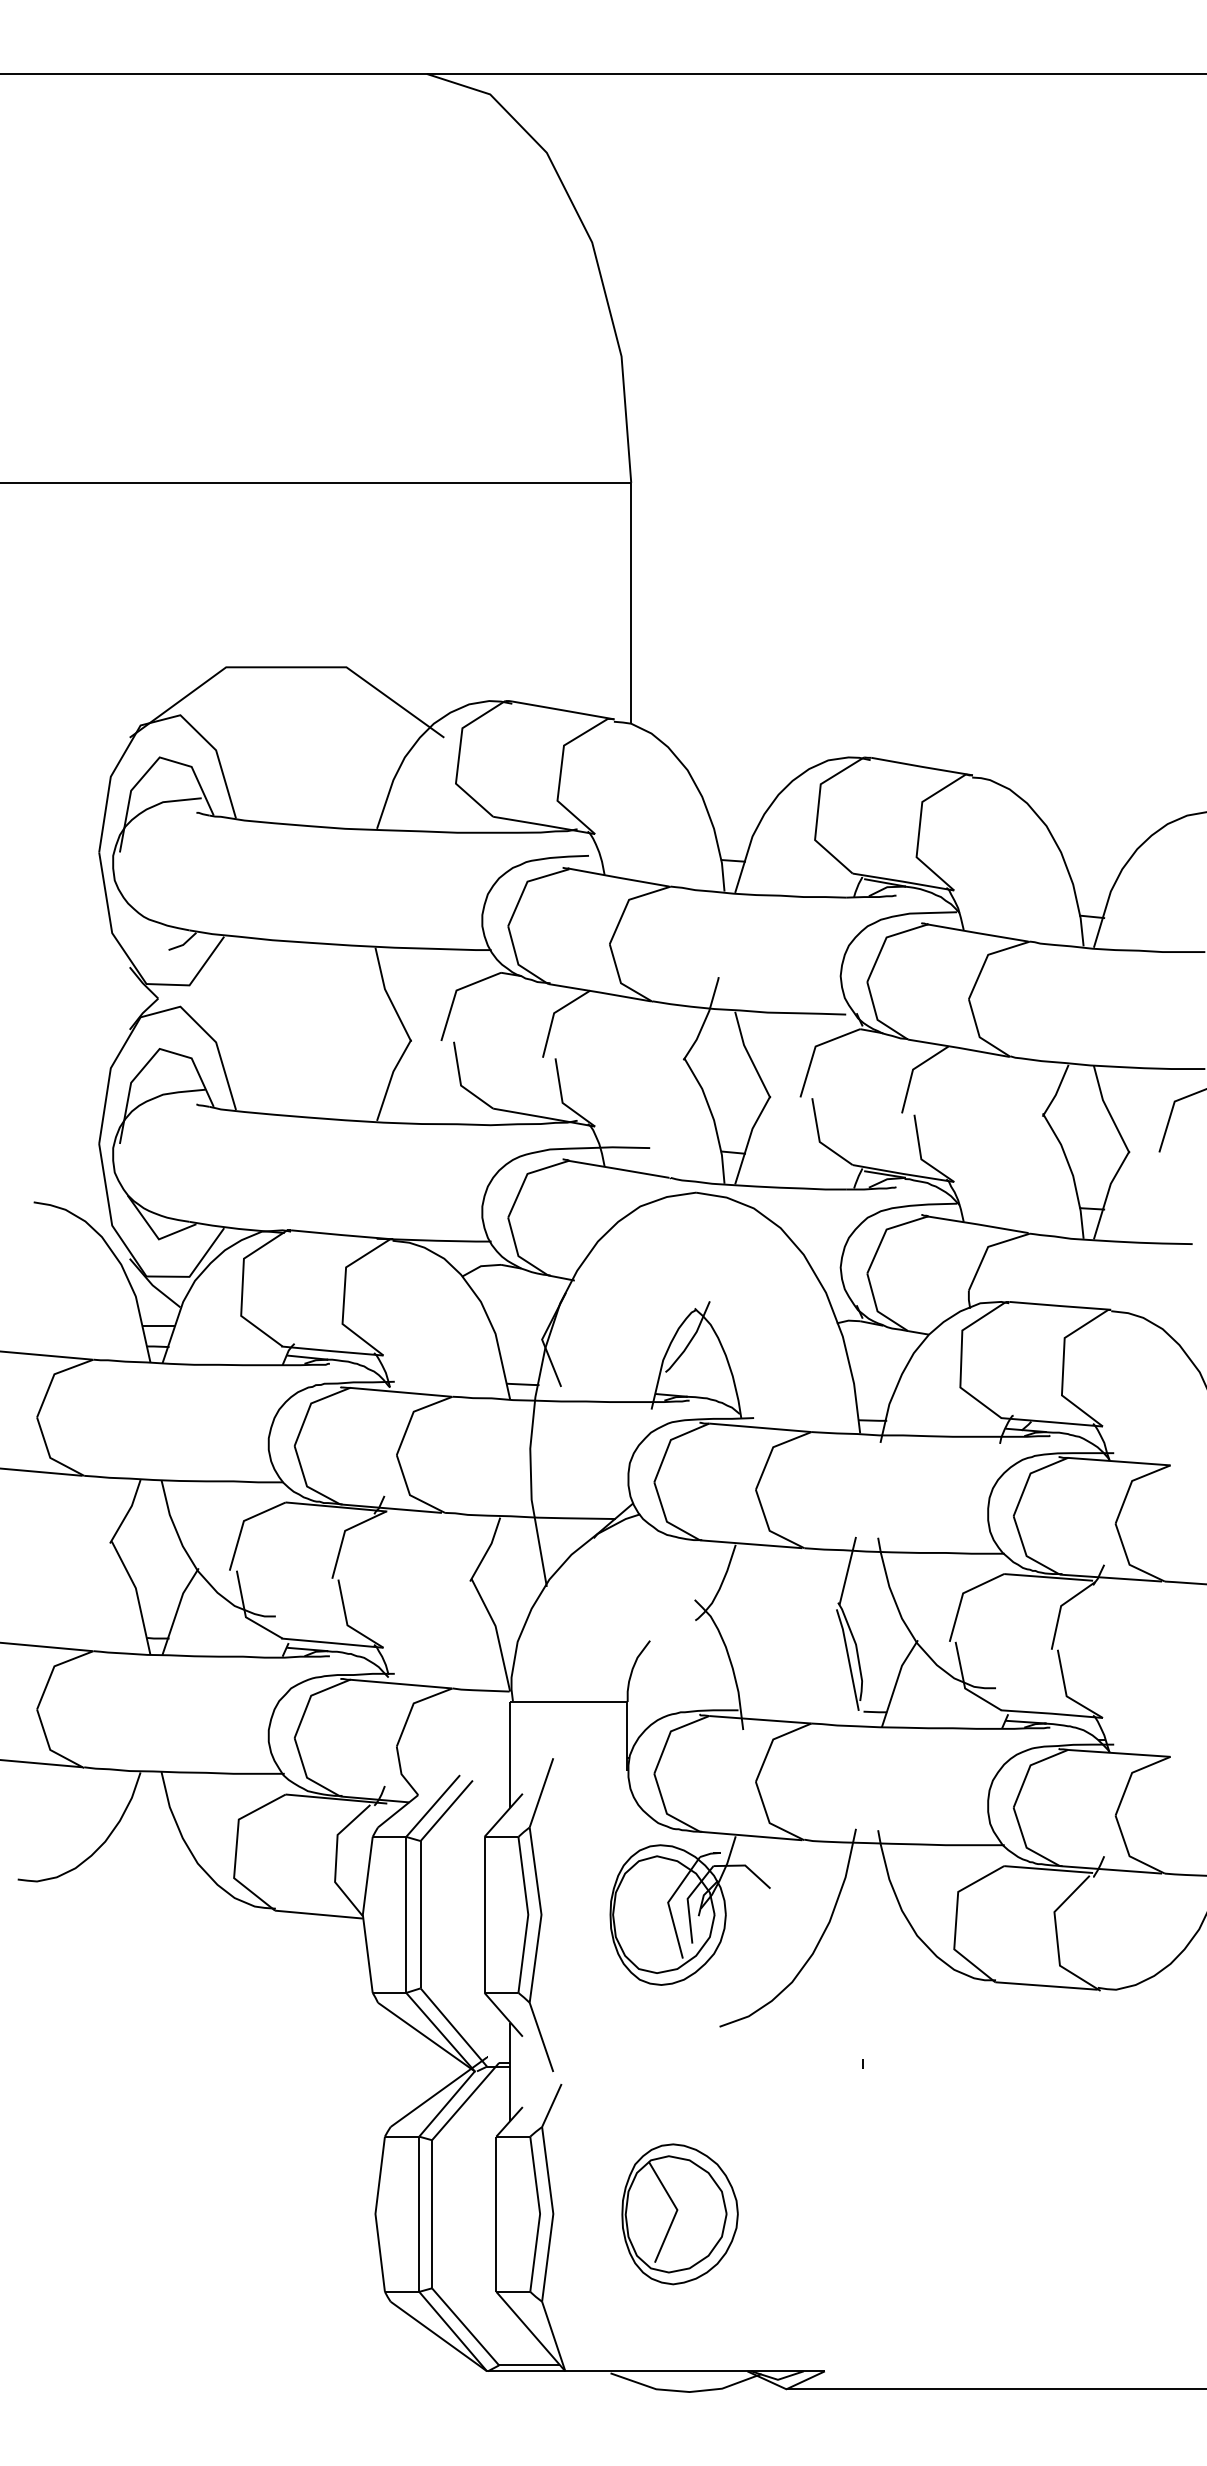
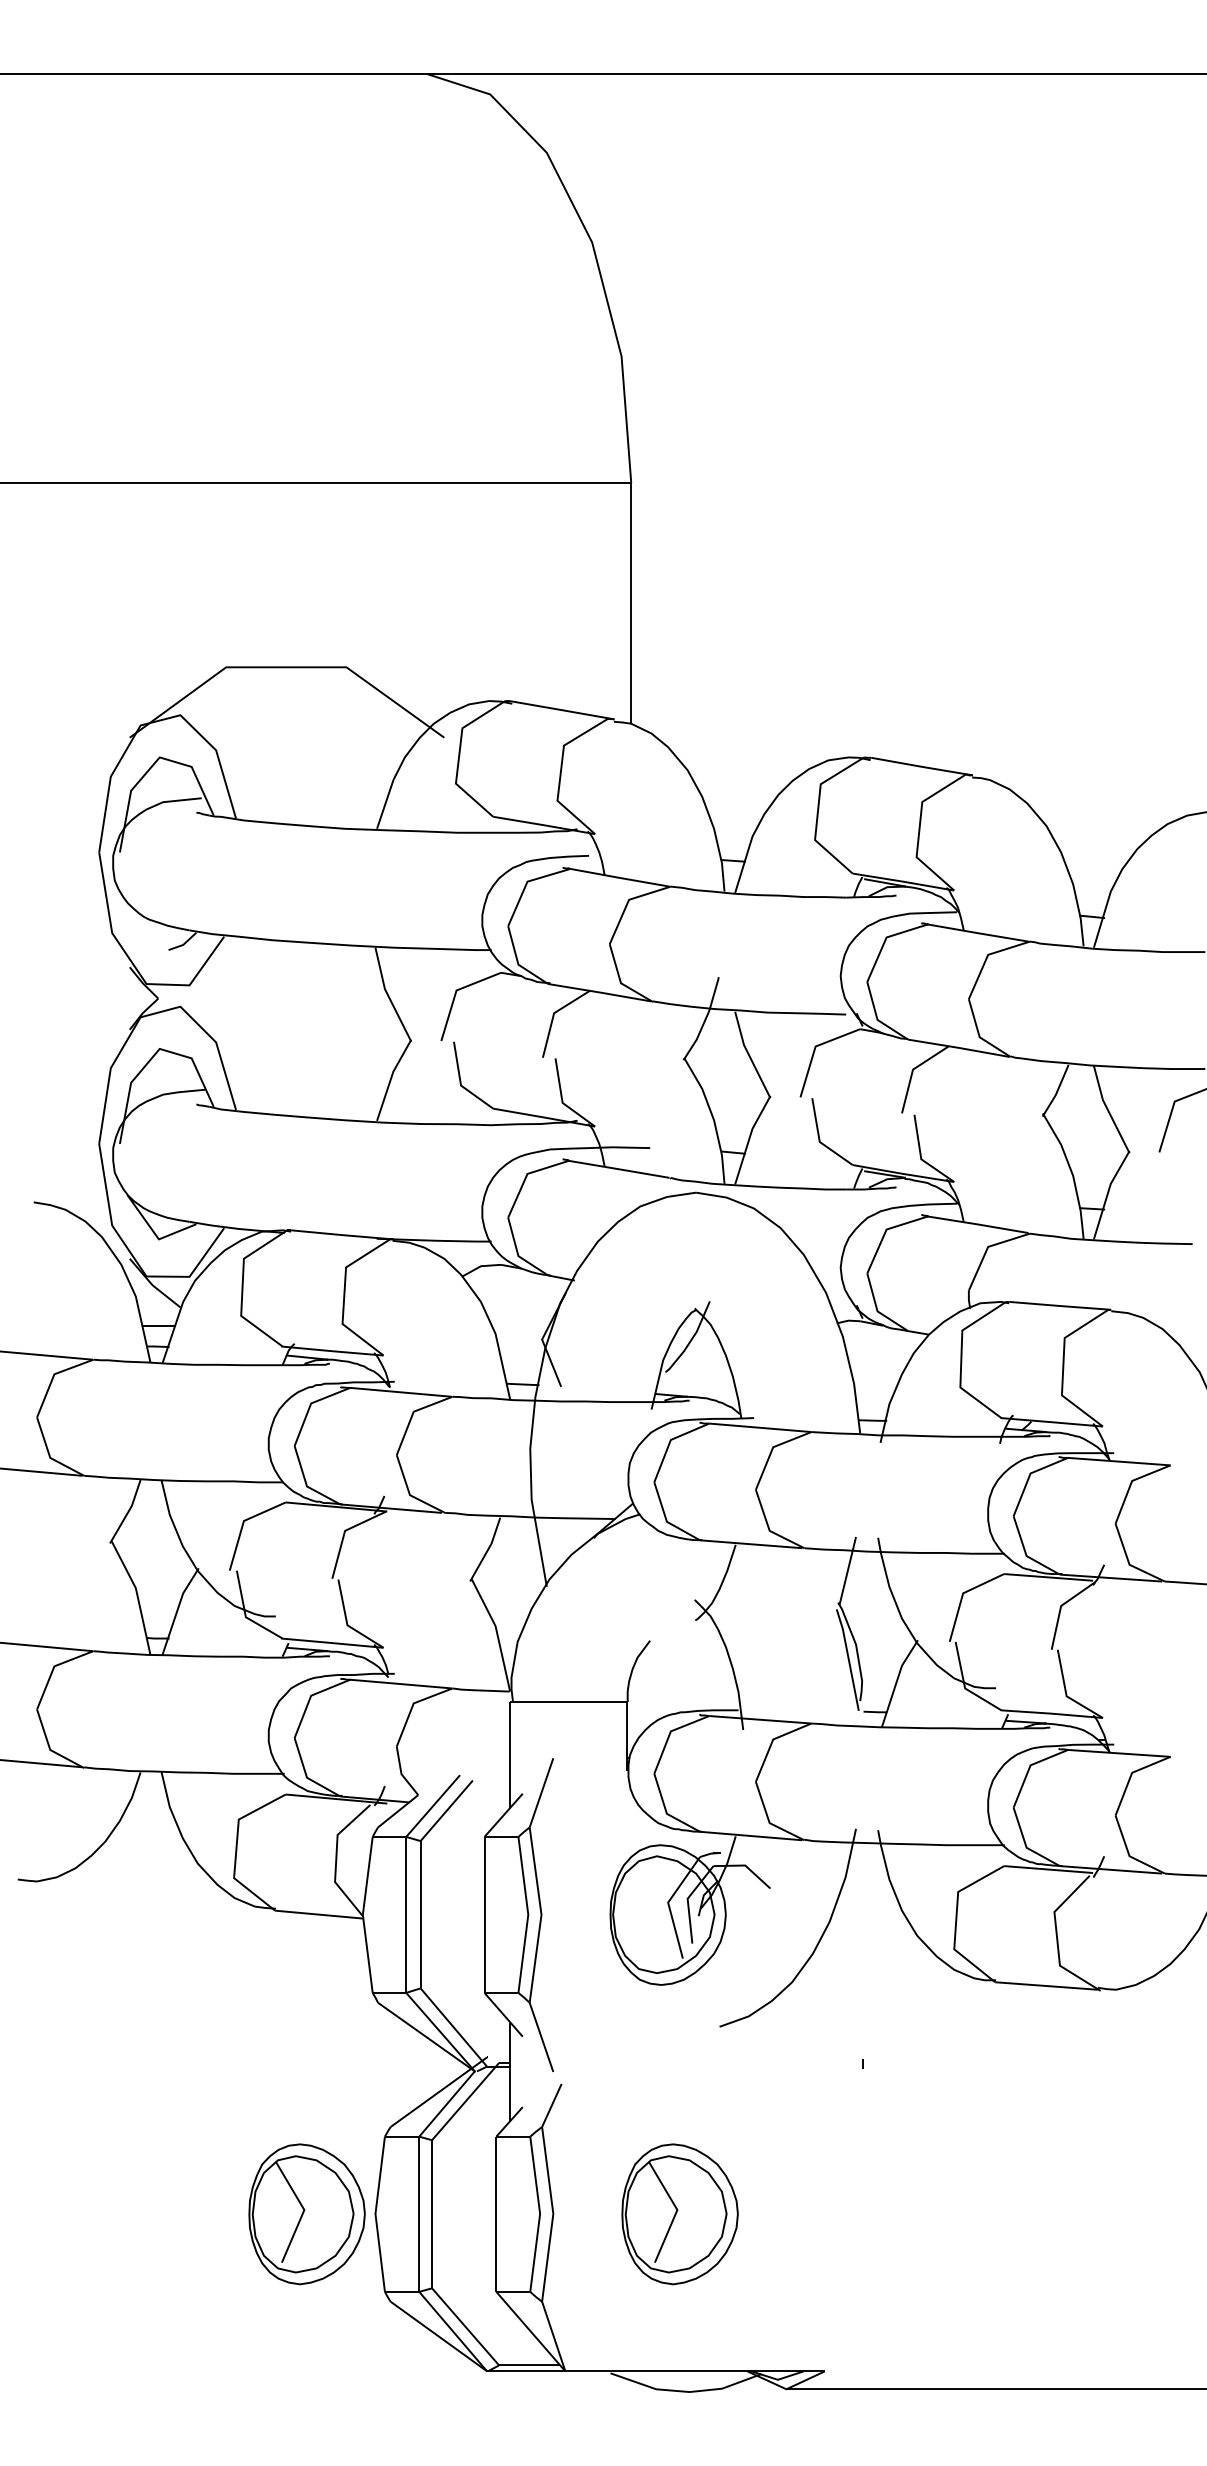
part at (306, 2214): none -> present
